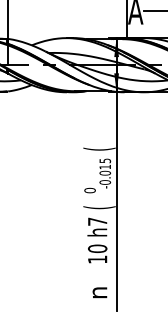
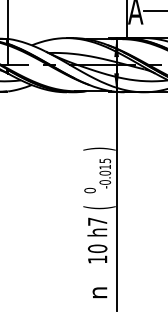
text at (99, 148): ( -> )
